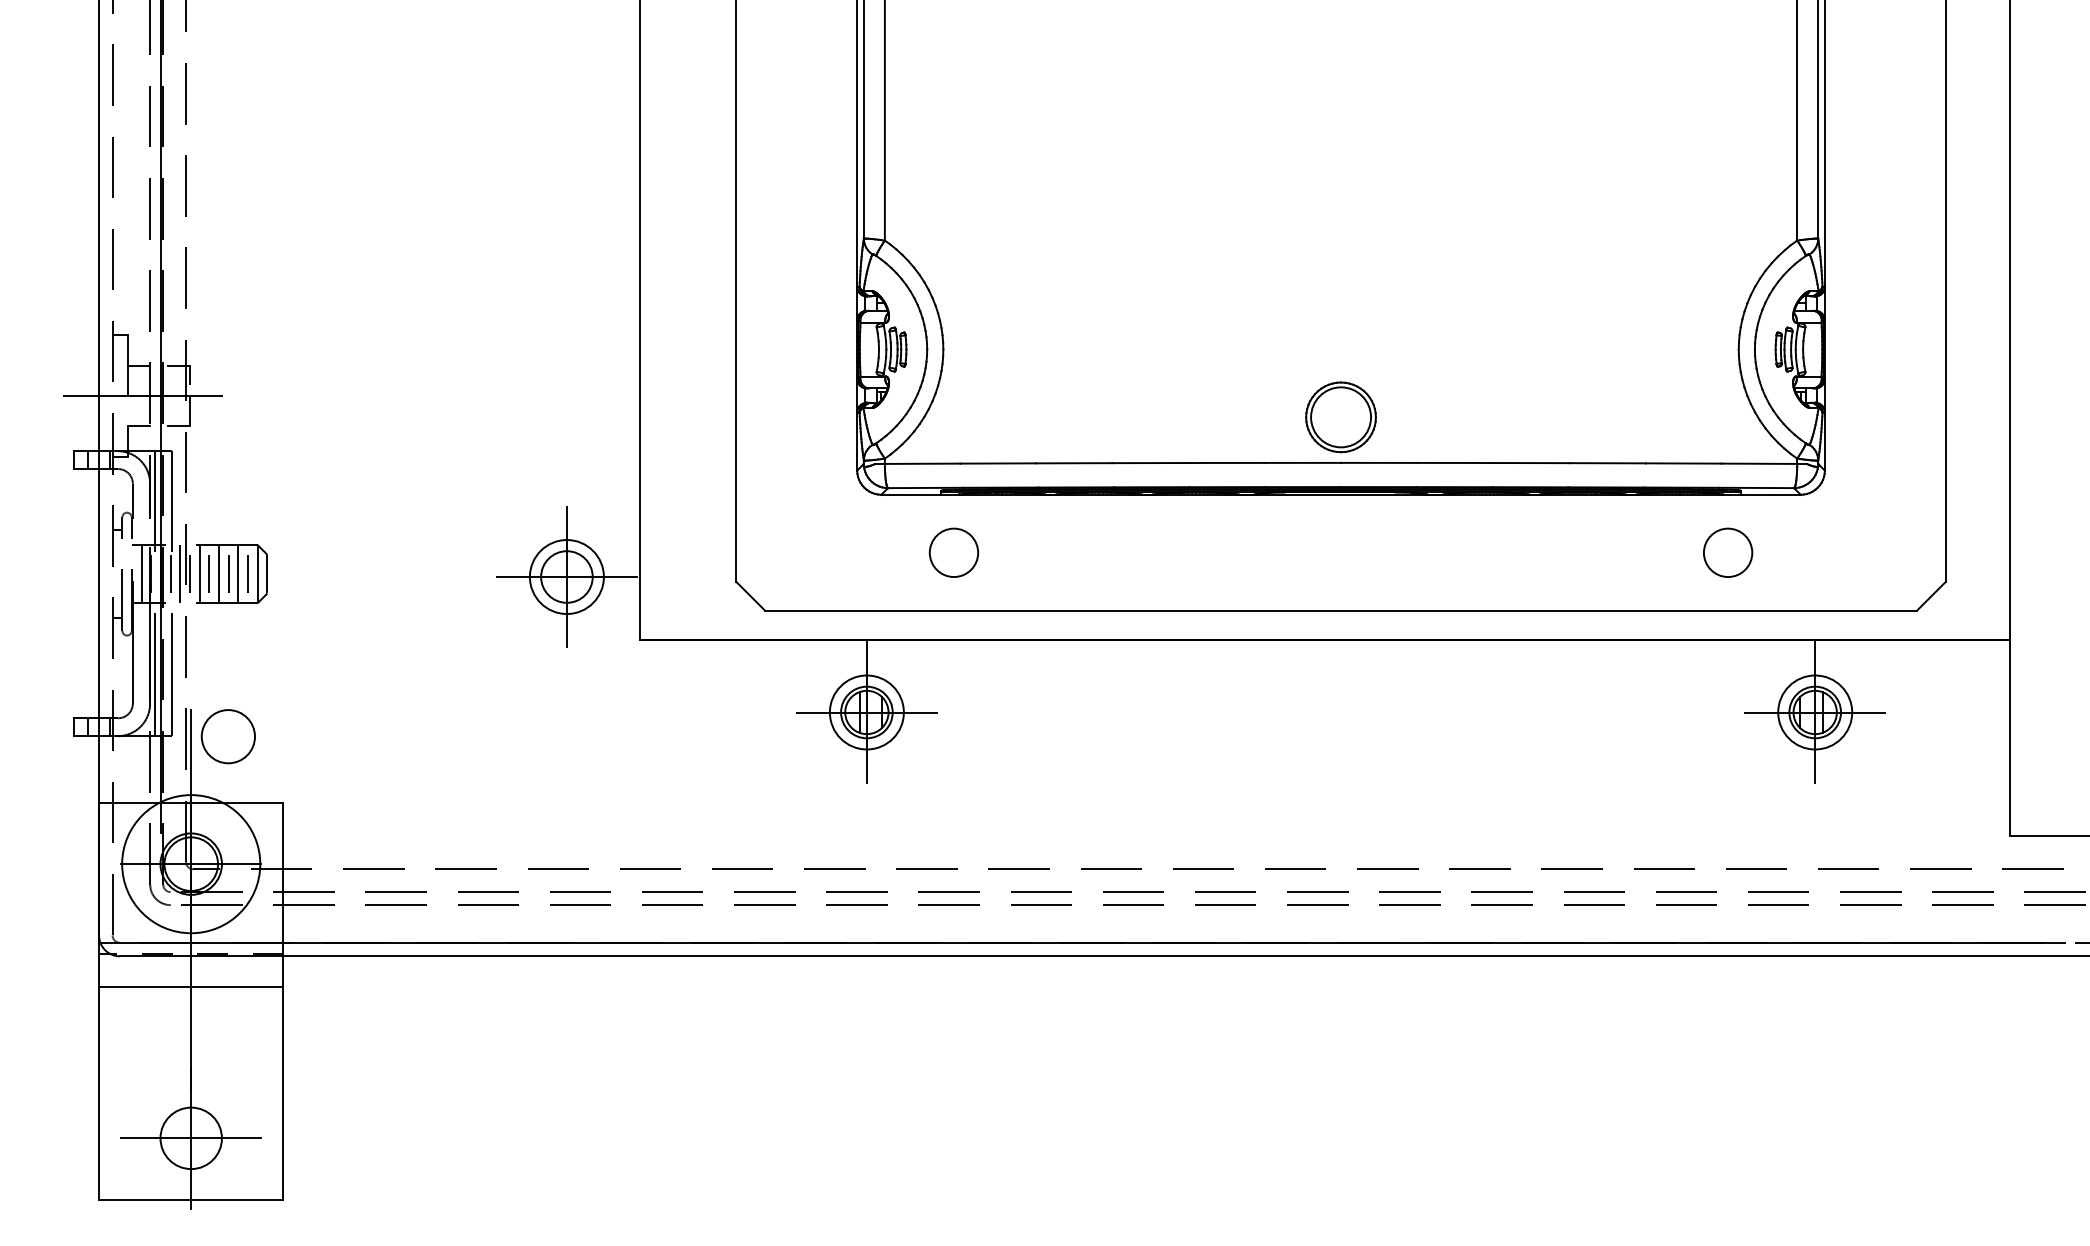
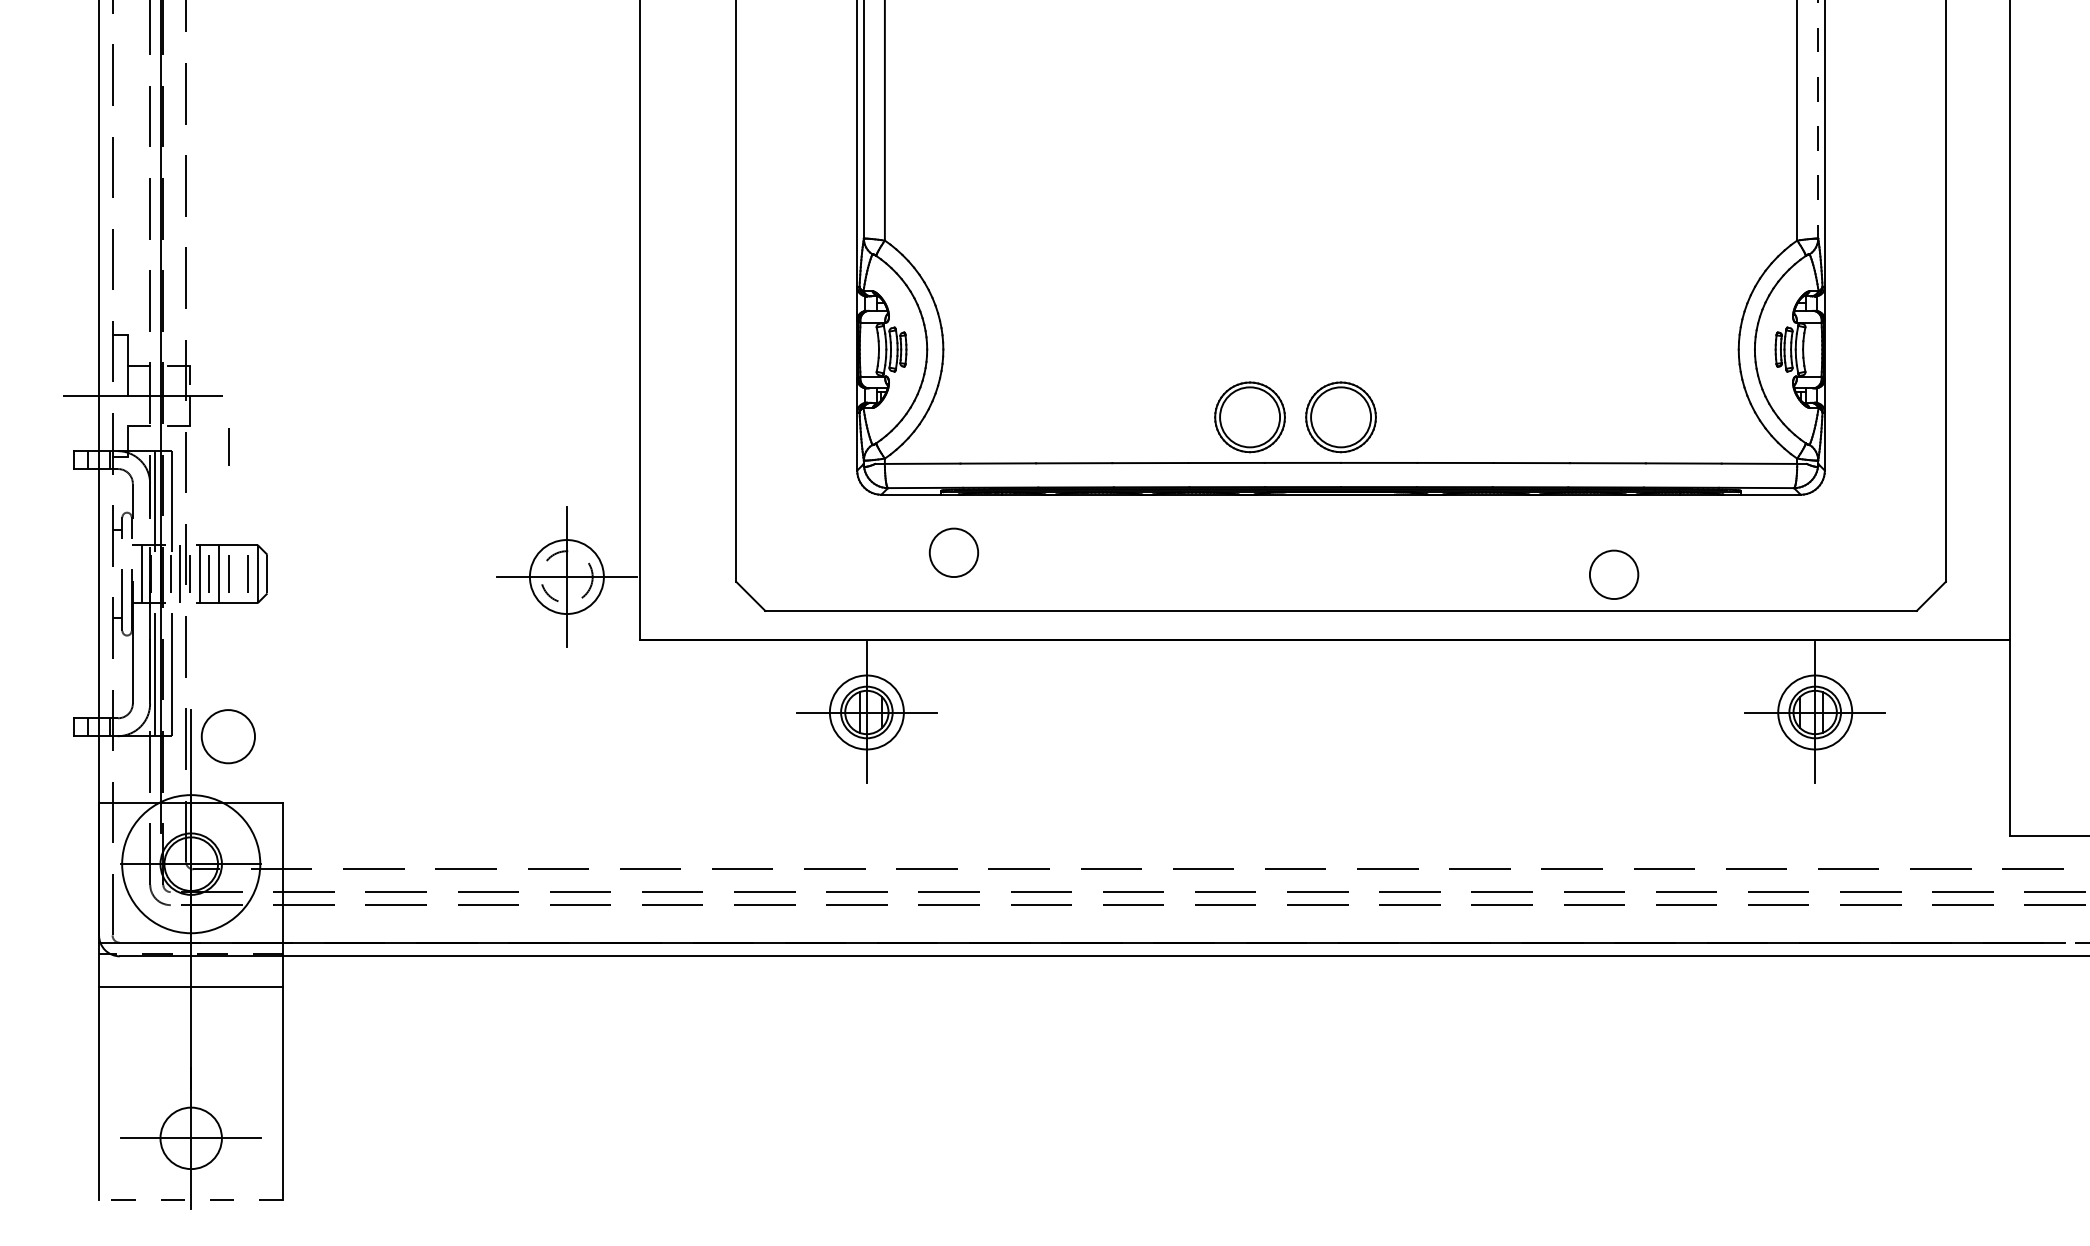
line at (1818, 119): solid -> dashed
part at (1249, 417): none -> present
line at (228, 446): none -> present
circle at (1728, 552) position: (1728, 552) -> (1614, 574)
line at (238, 574): present -> none
circle at (566, 576): solid -> dashed
line at (190, 1199): solid -> dashed
